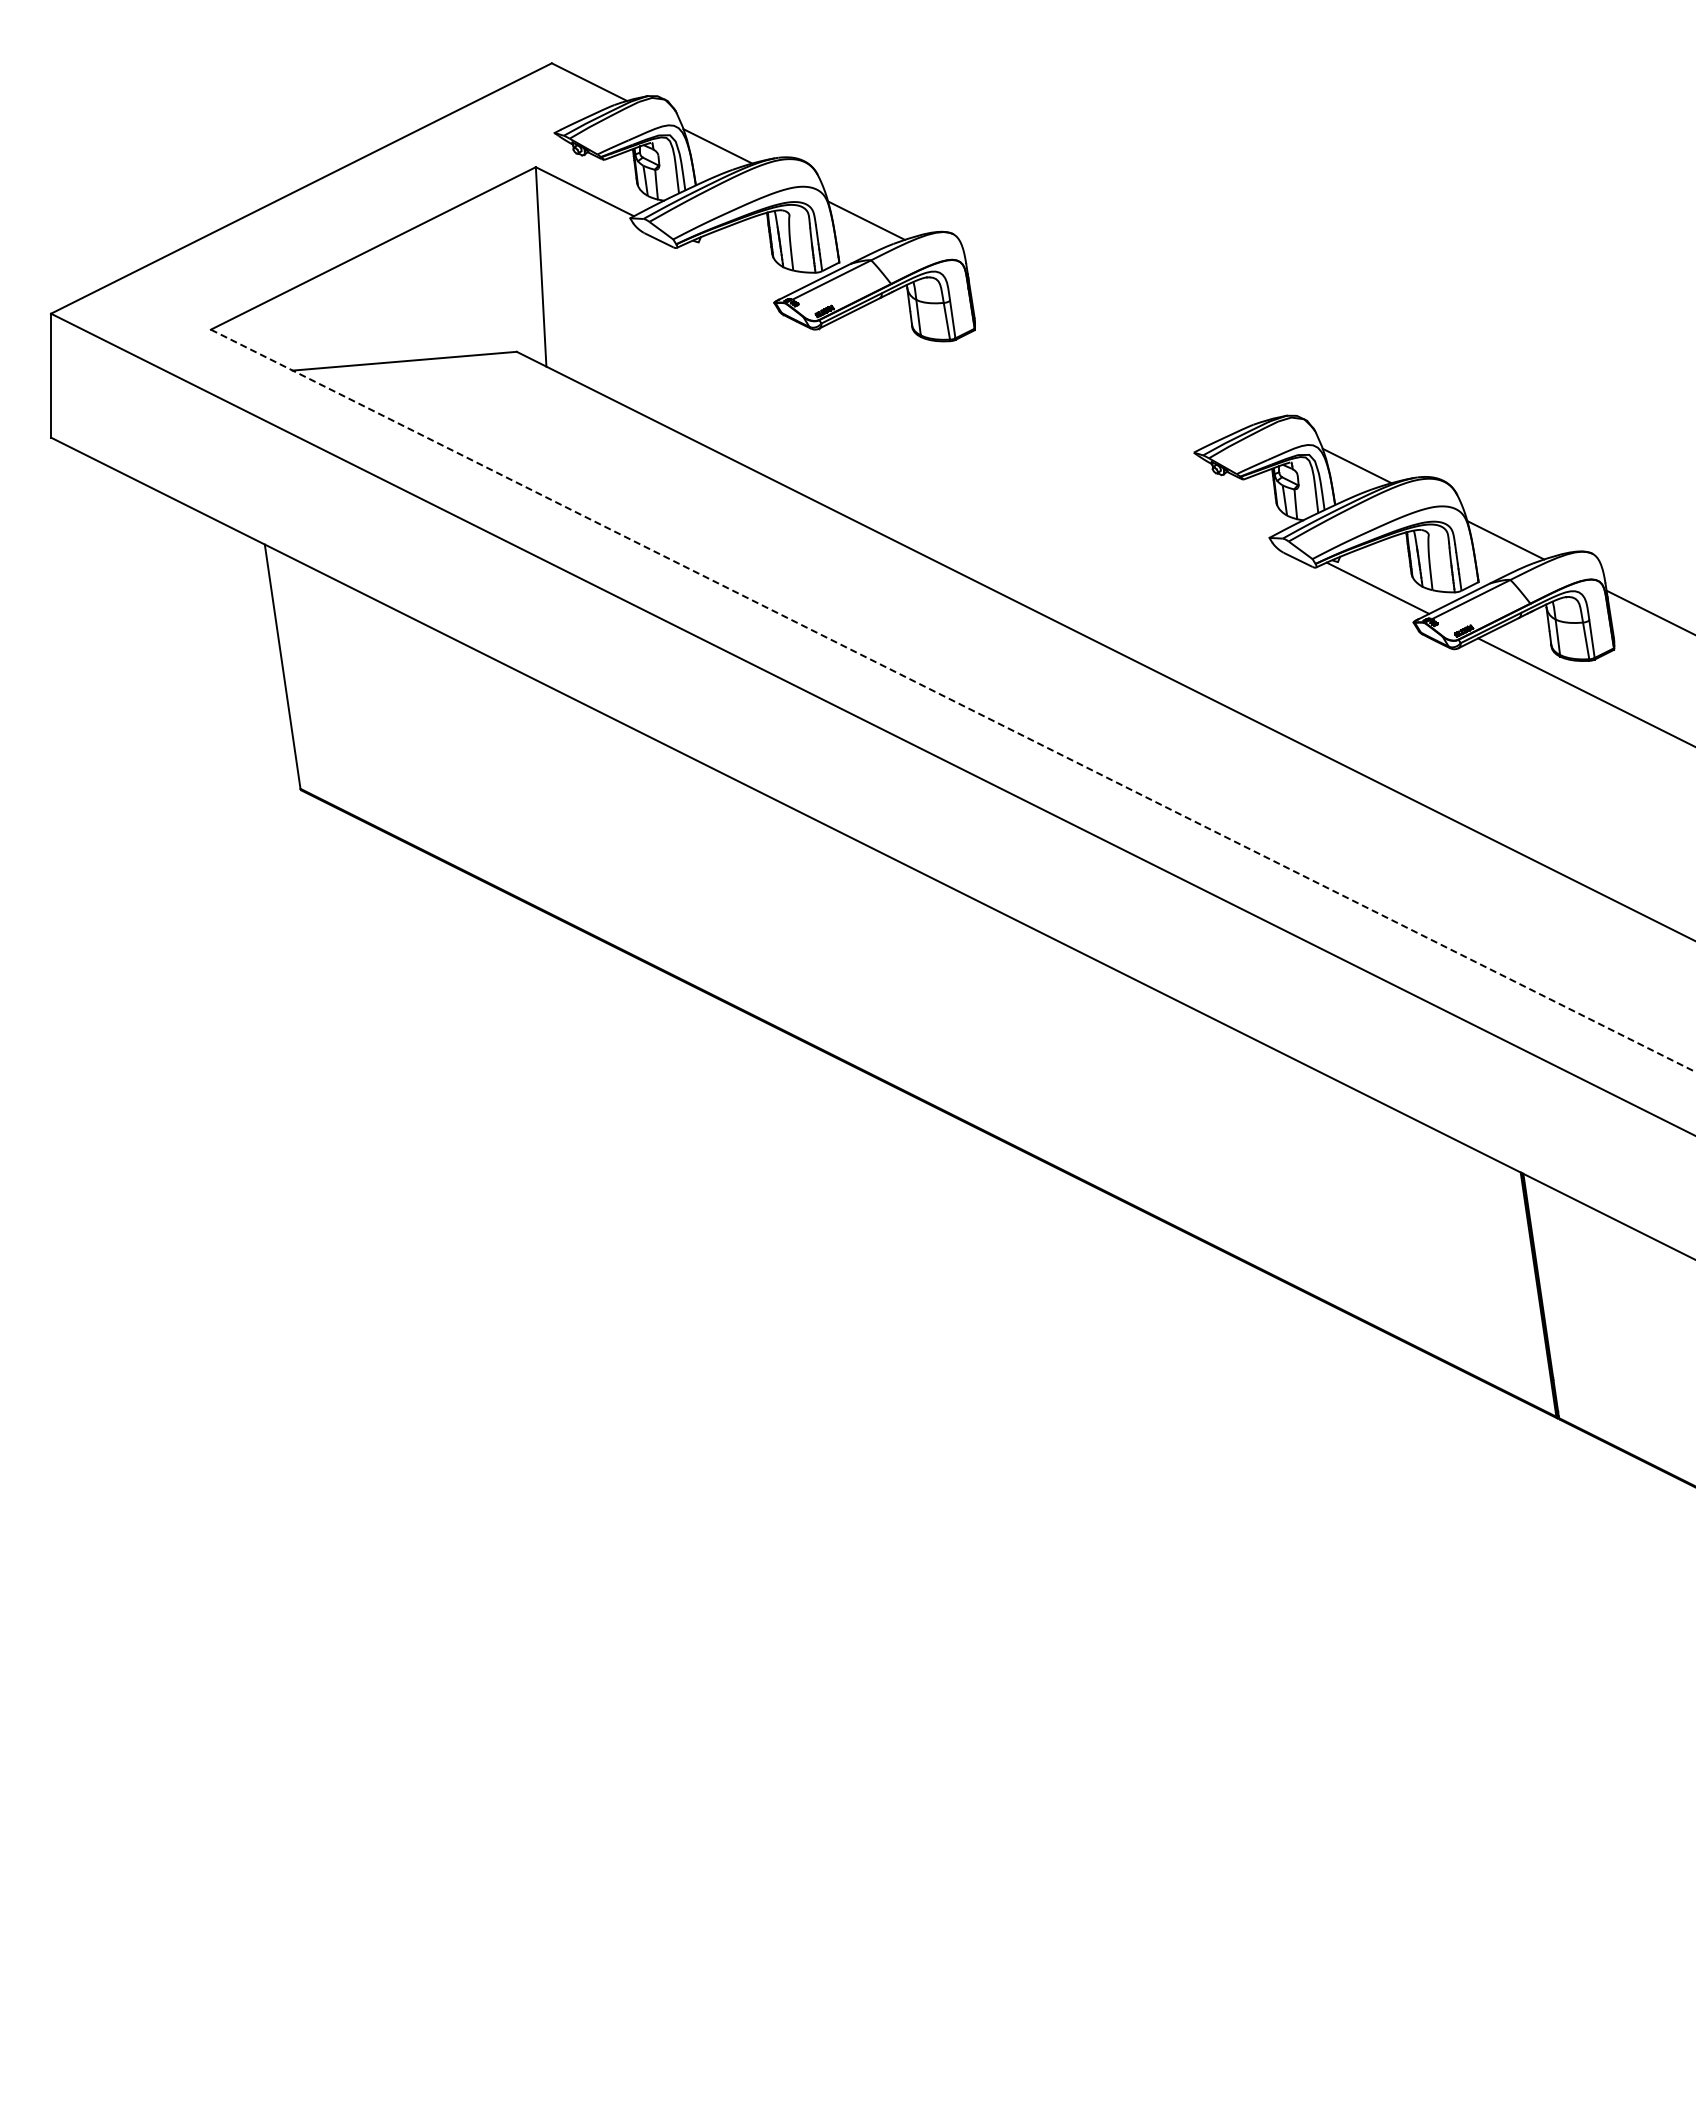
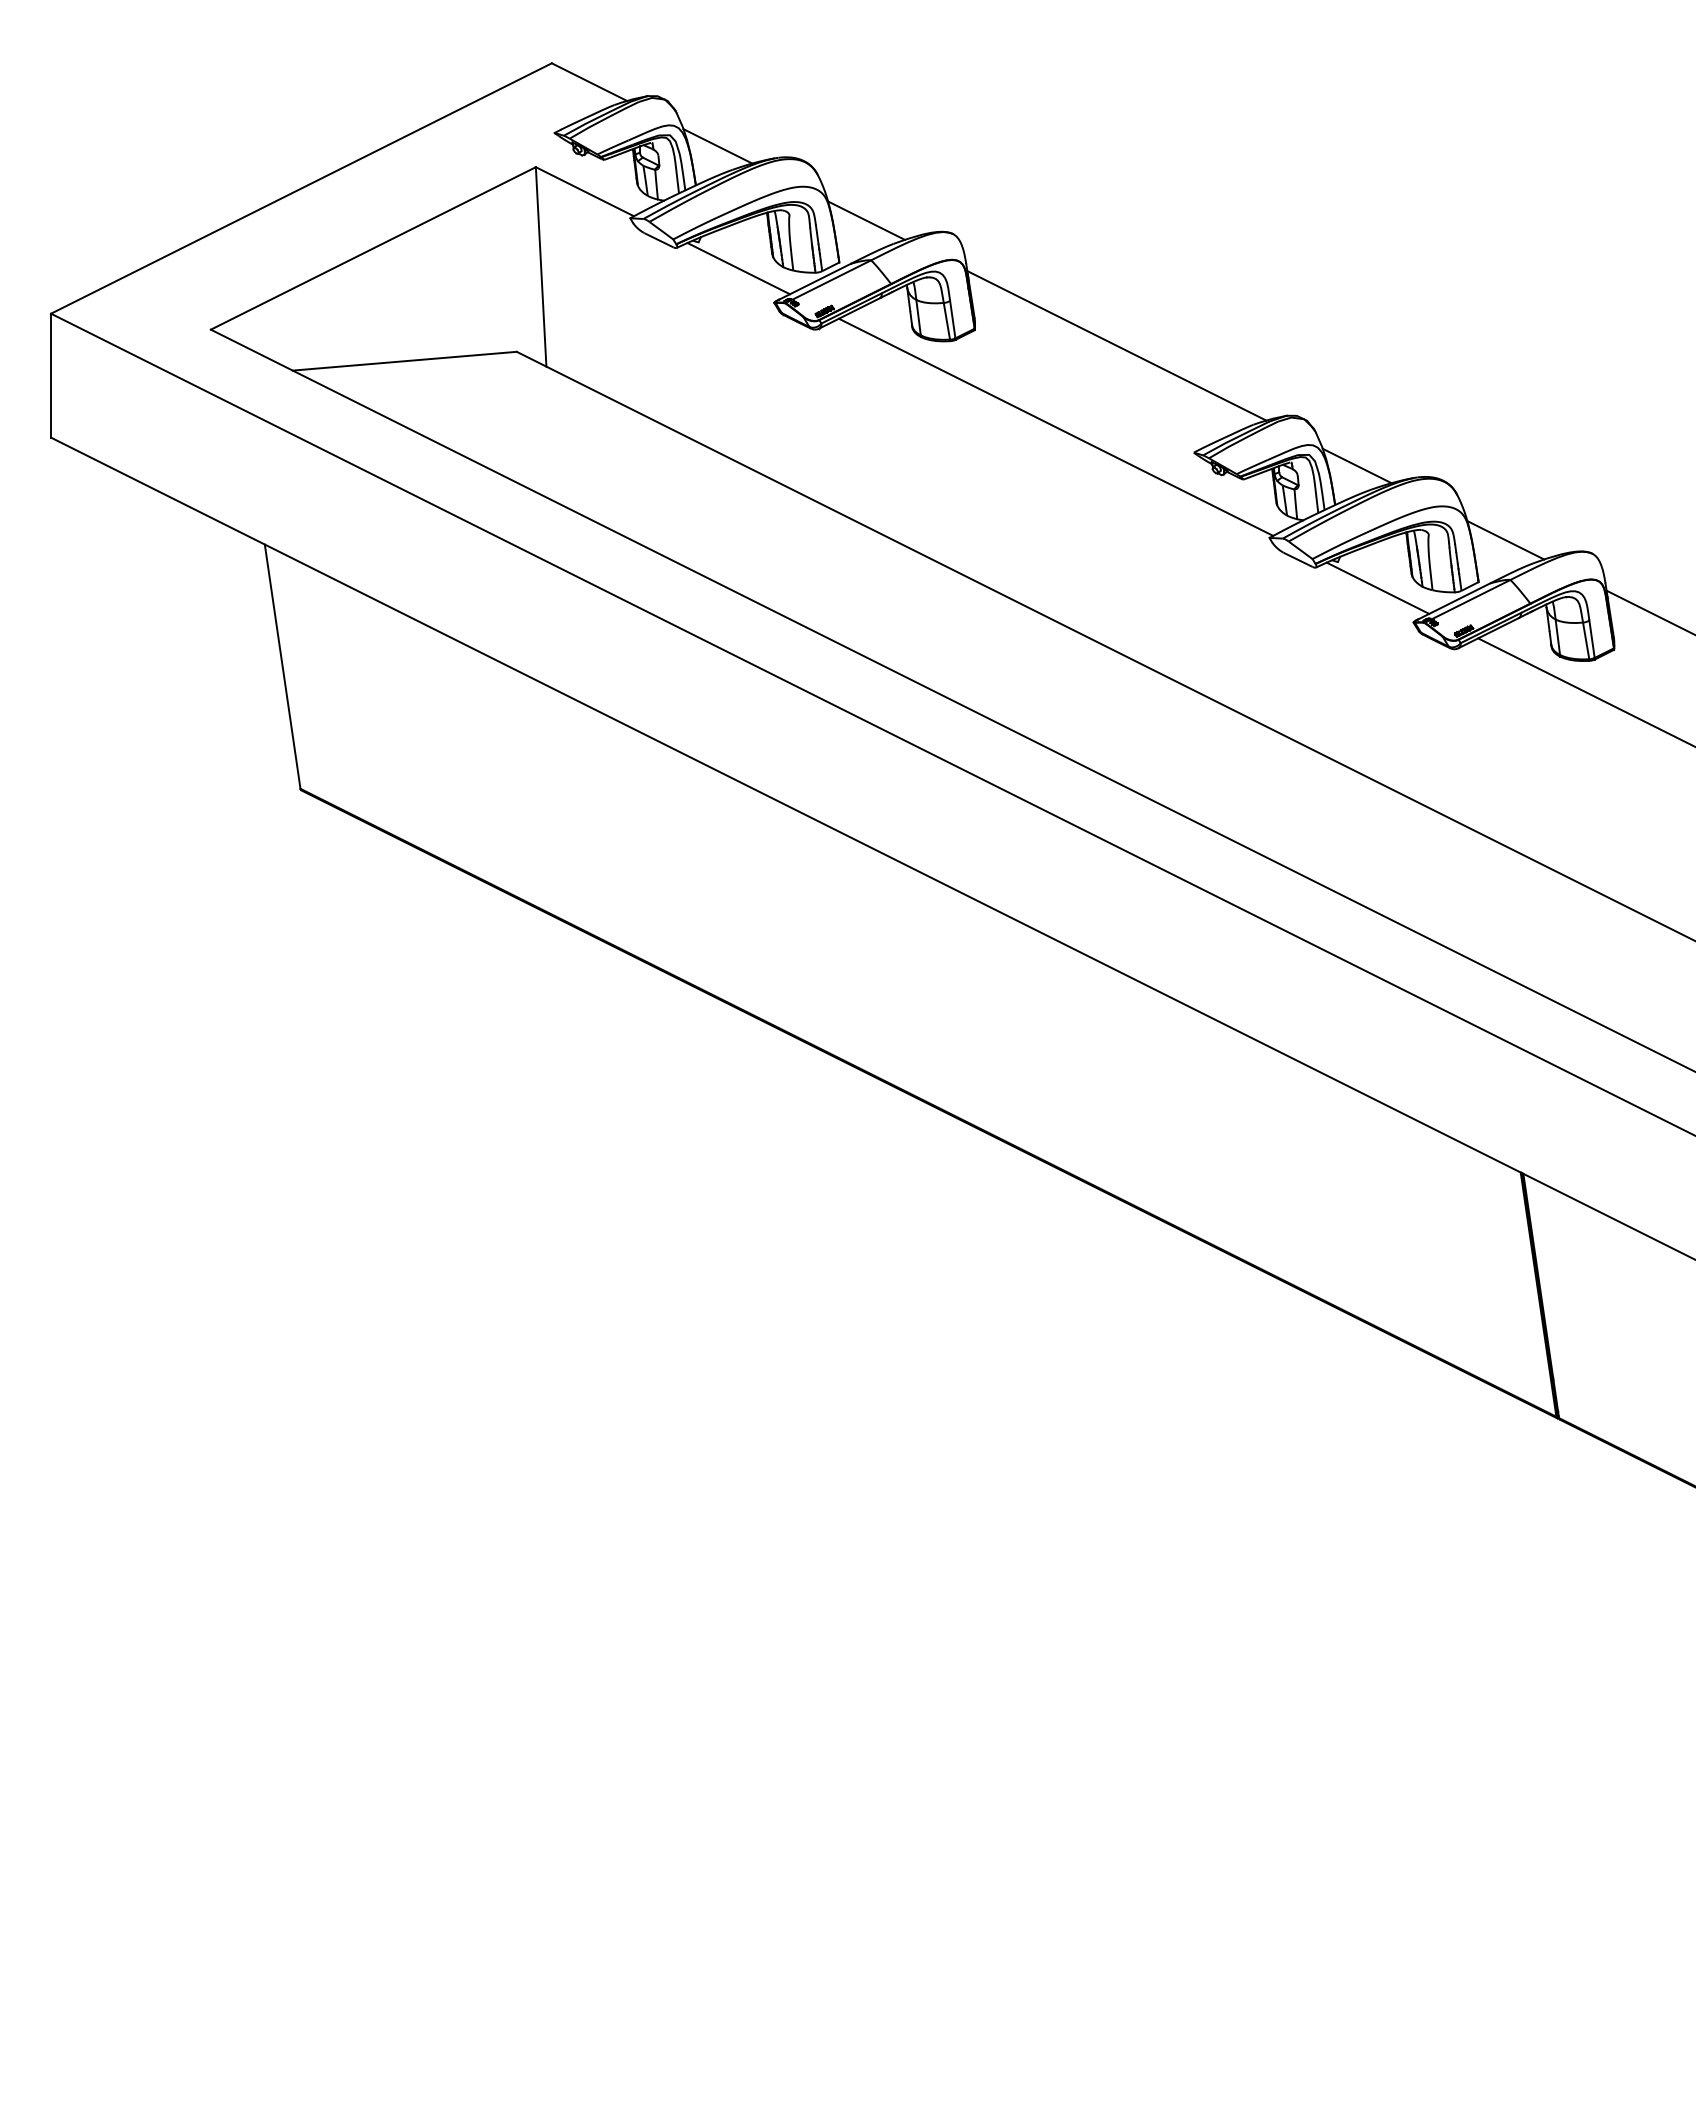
line at (738, 268): none -> present
line at (1116, 345): none -> present
line at (1055, 426): none -> present
line at (953, 700): dashed -> solid
